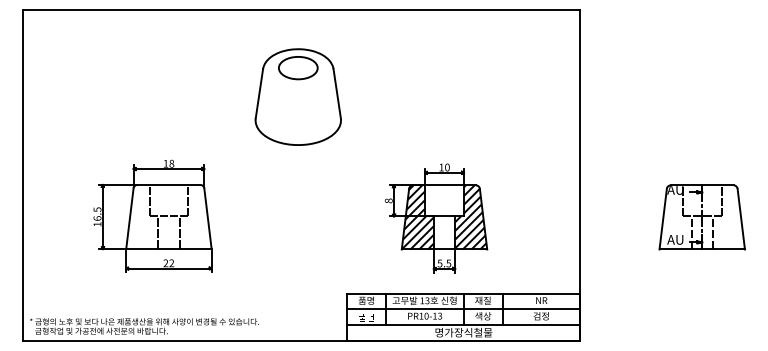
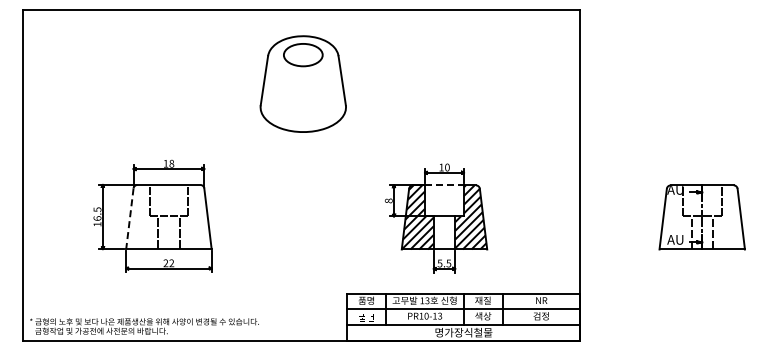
part at (297, 96) position: (297, 96) -> (302, 83)
line at (445, 185): solid -> dashed
line at (129, 218): solid -> dashed
